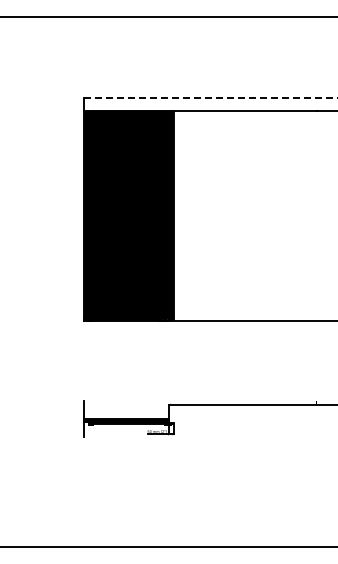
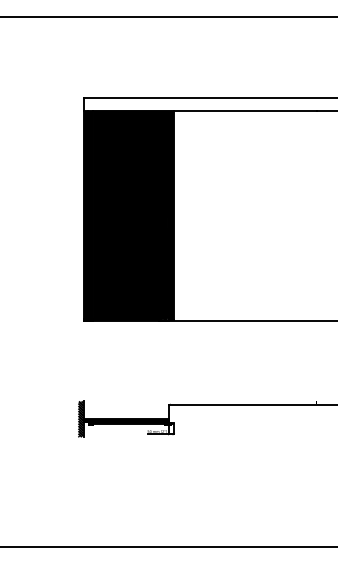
line at (210, 98): dashed -> solid
hatch at (80, 419): none -> present
